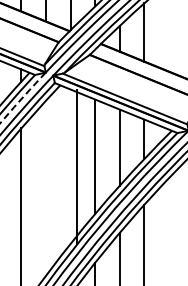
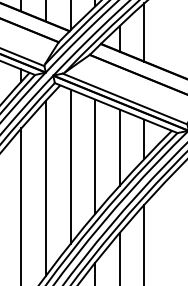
arc at (22, 97): dashed -> solid
line at (76, 166) position: (76, 166) -> (70, 166)
line at (46, 187): none -> present
